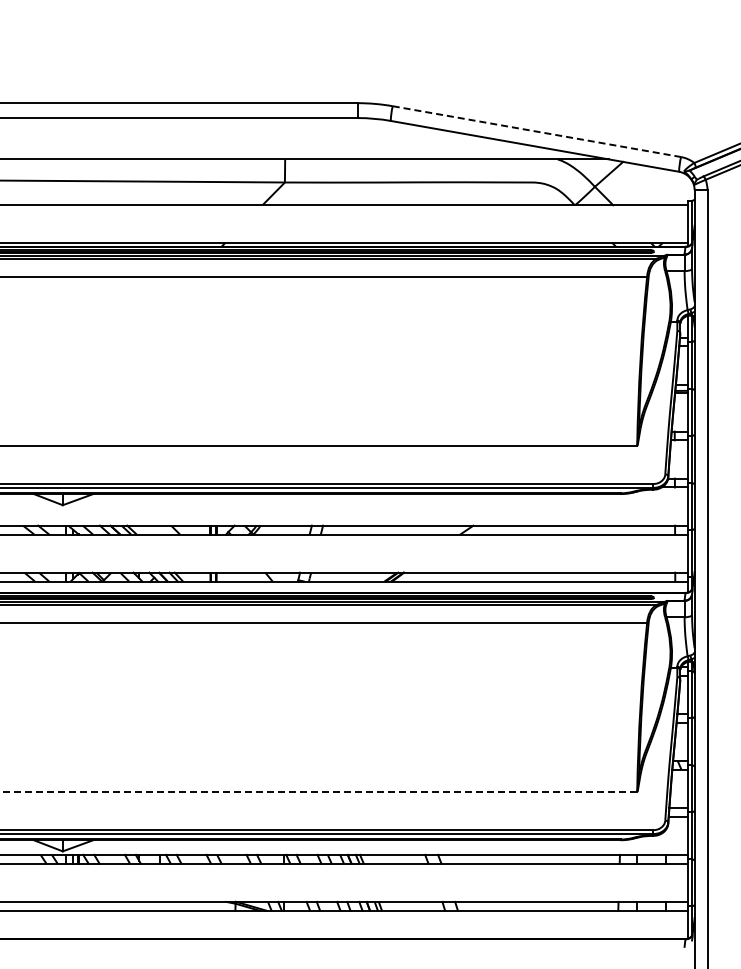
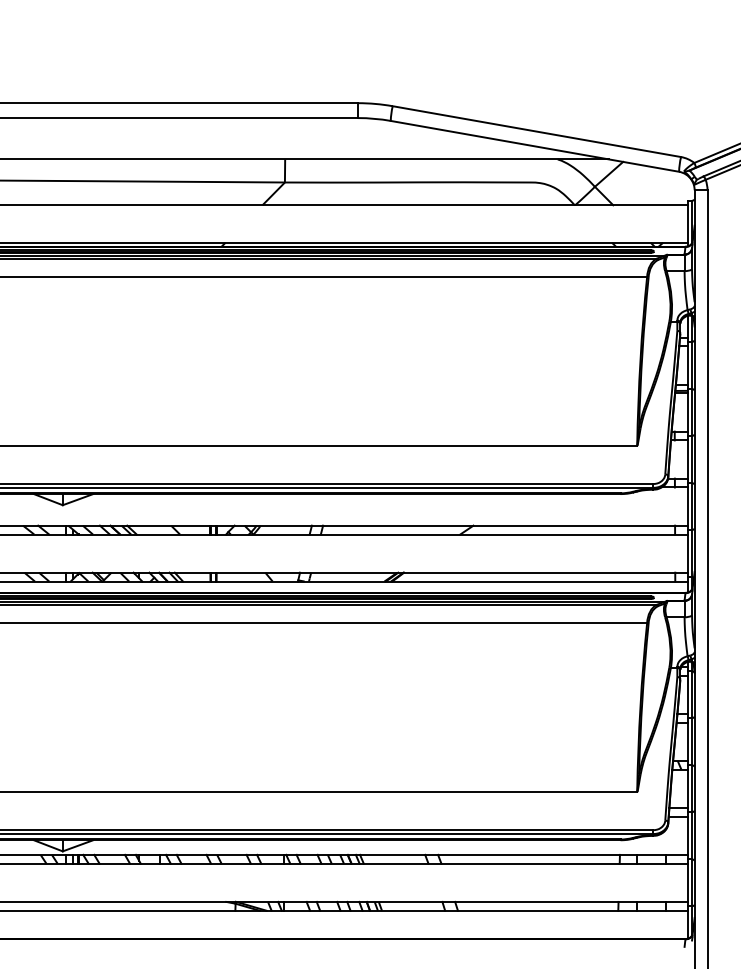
line at (537, 131): dashed -> solid
line at (318, 791): dashed -> solid
